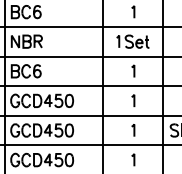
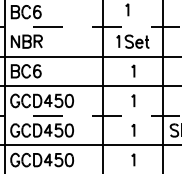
line at (133, 11) position: (133, 11) -> (127, 9)
line at (91, 26): solid -> dashed
line at (91, 115): solid -> dashed
